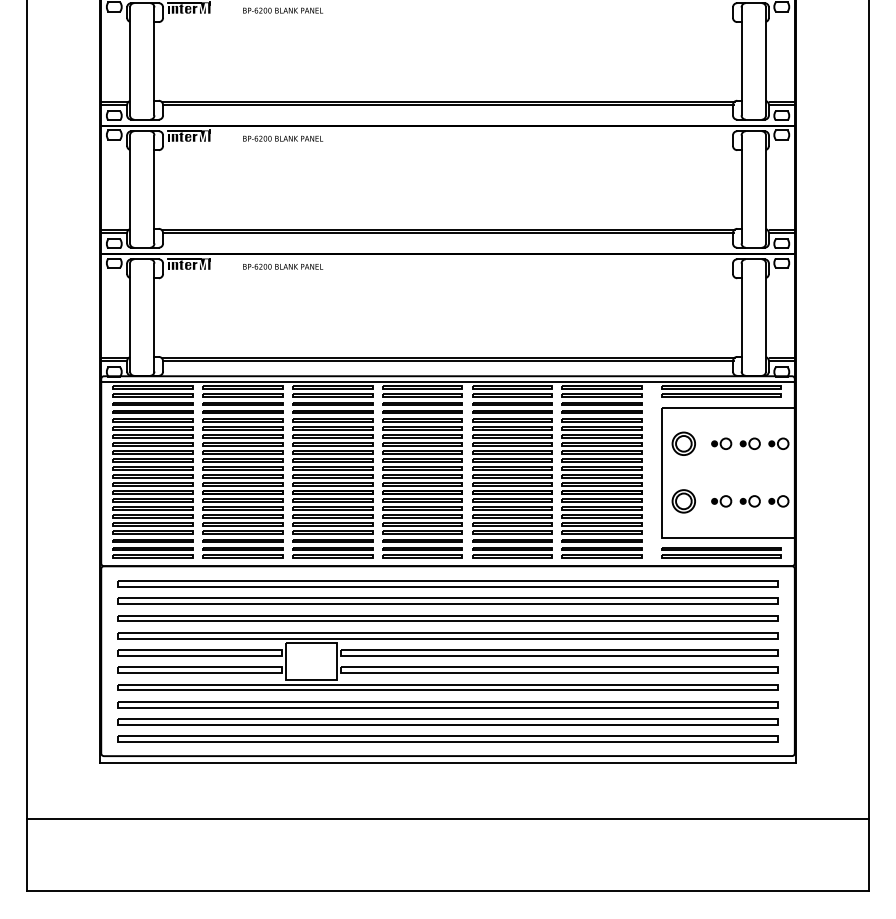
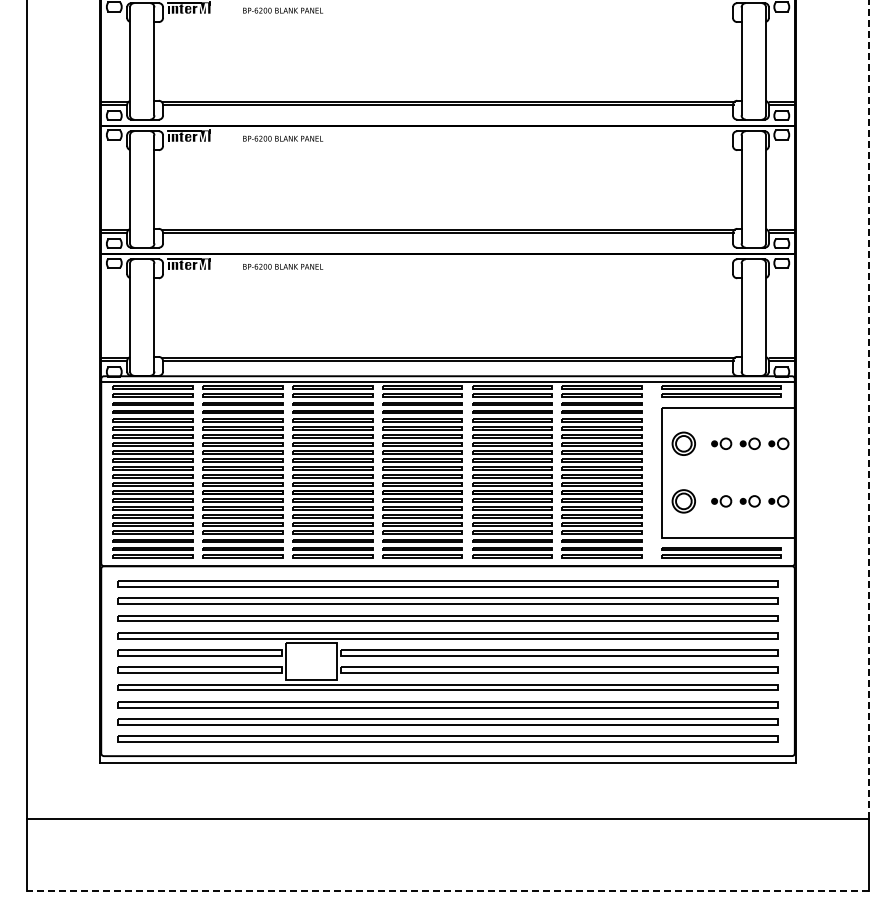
line at (868, 409): solid -> dashed
line at (448, 891): solid -> dashed
